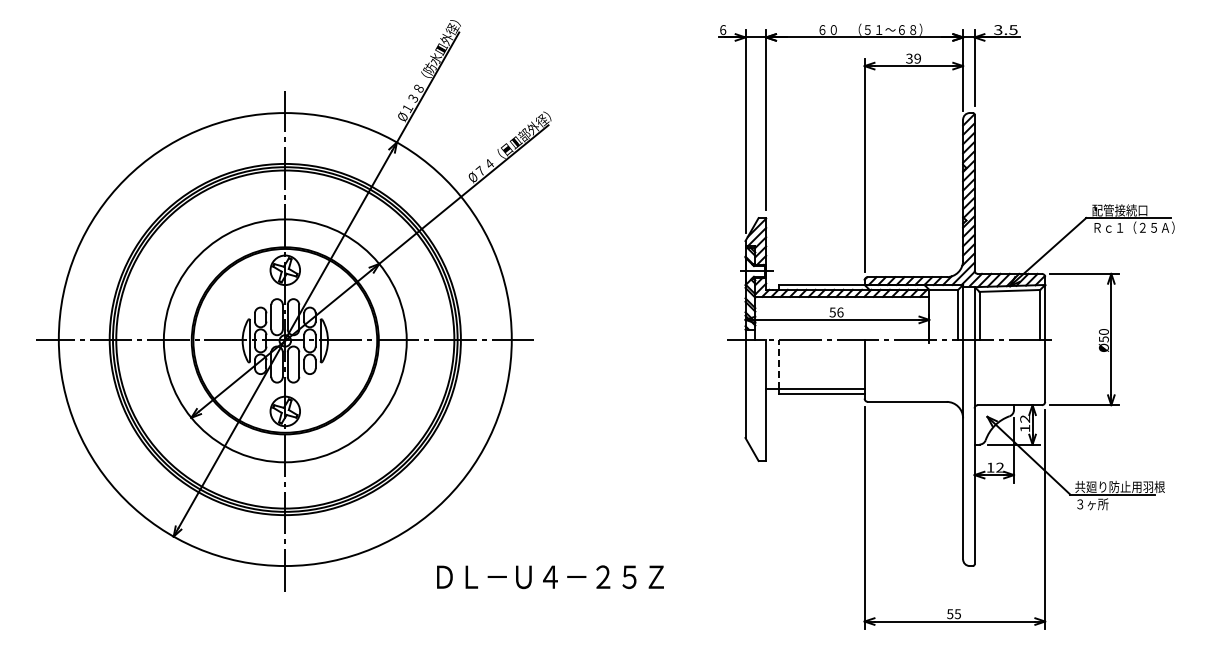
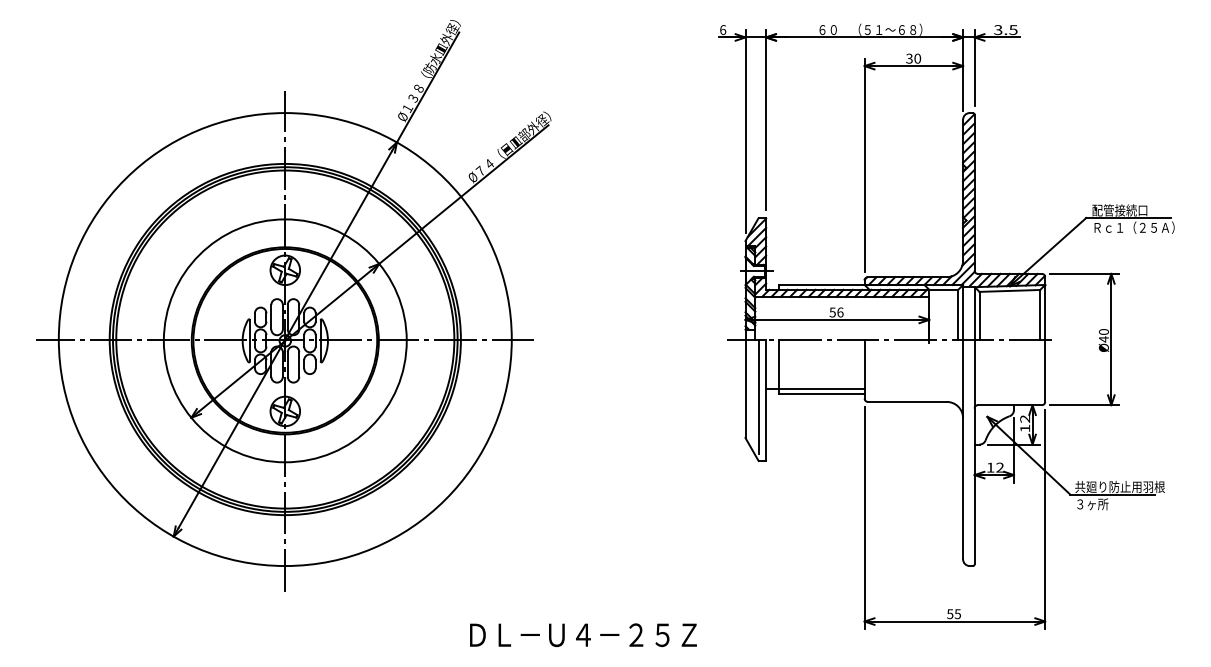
text at (917, 58): 39 -> 30
text at (1103, 339): Ø50 -> Ø40
line at (779, 364): dashed -> solid
line at (758, 396): none -> present
text at (550, 577) position: (550, 577) -> (583, 635)
